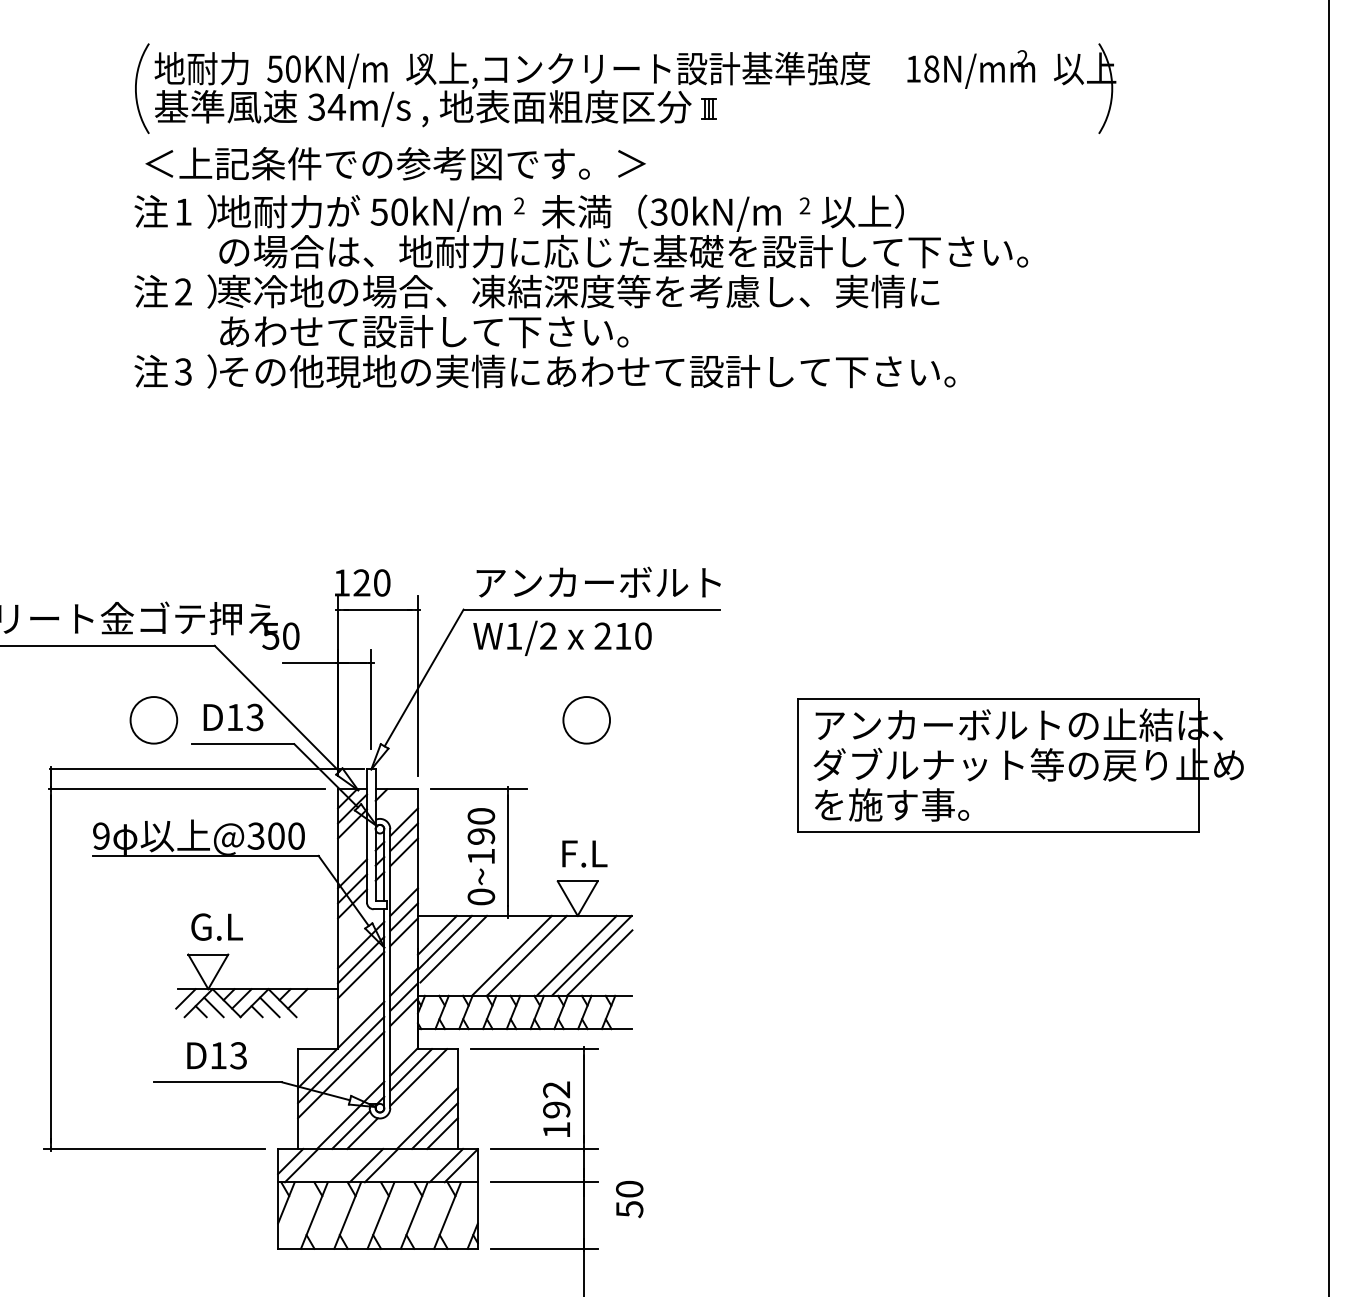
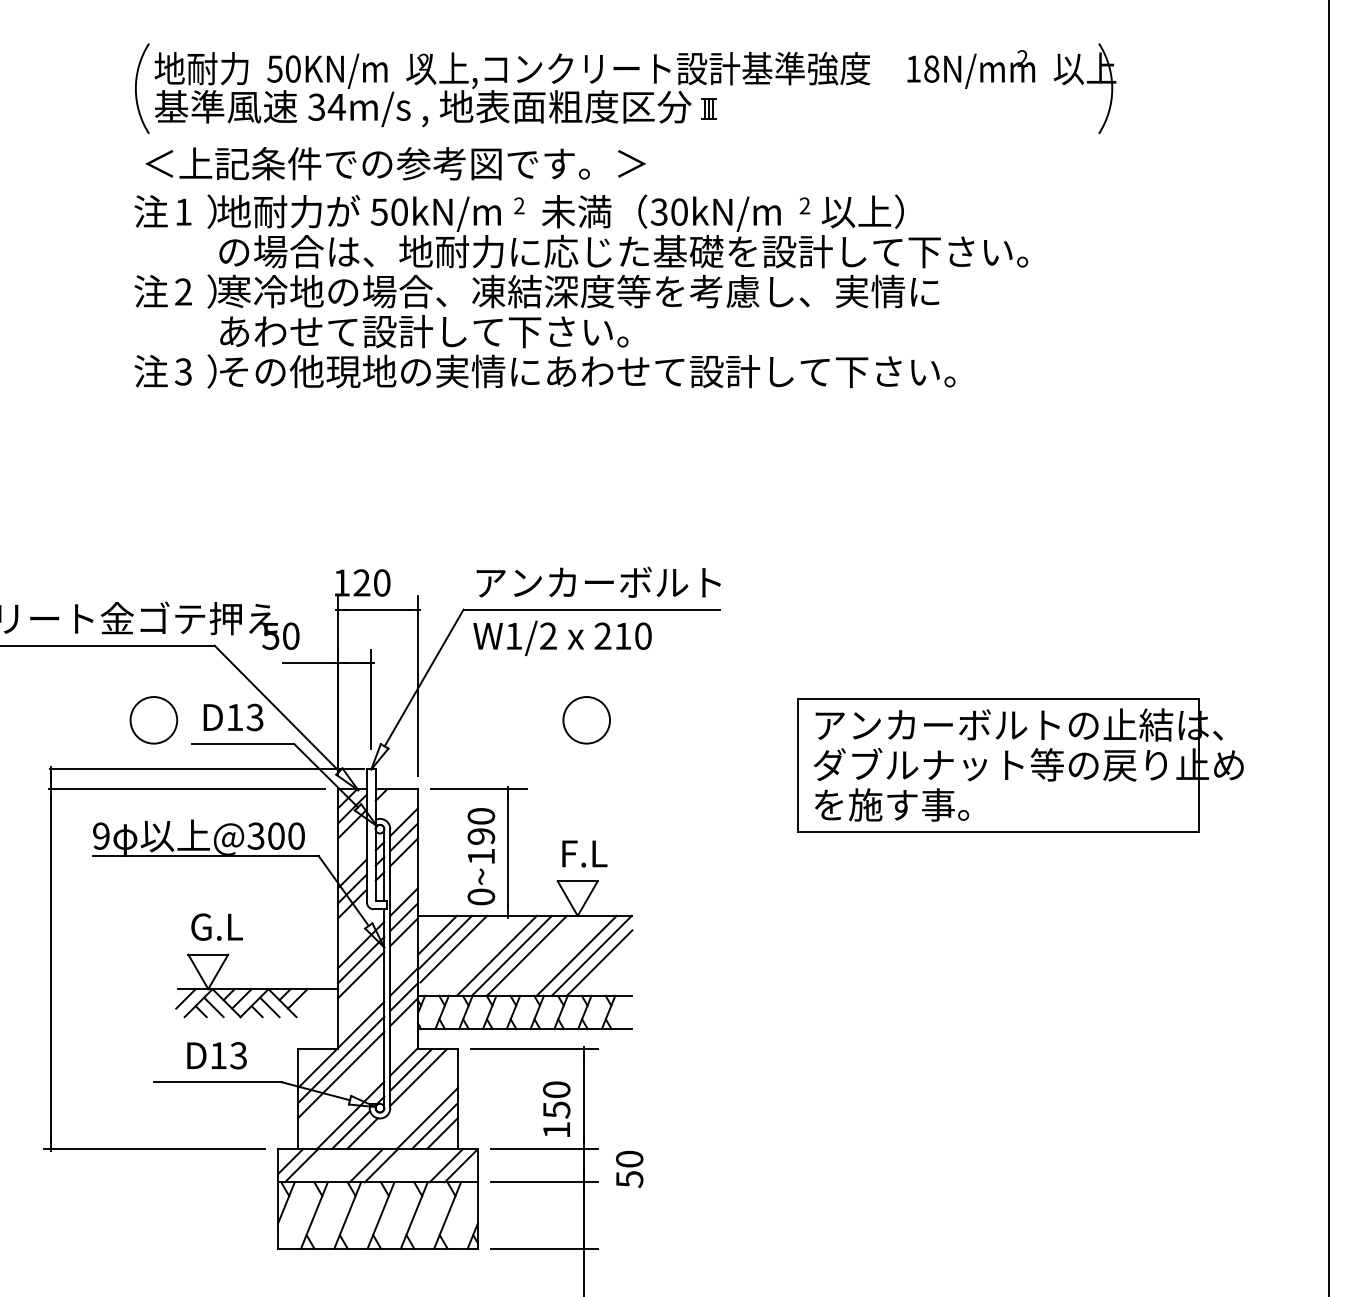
line at (496, 955): none -> present
text at (556, 1099): 192 -> 150
text at (629, 1199) position: (629, 1199) -> (629, 1169)
